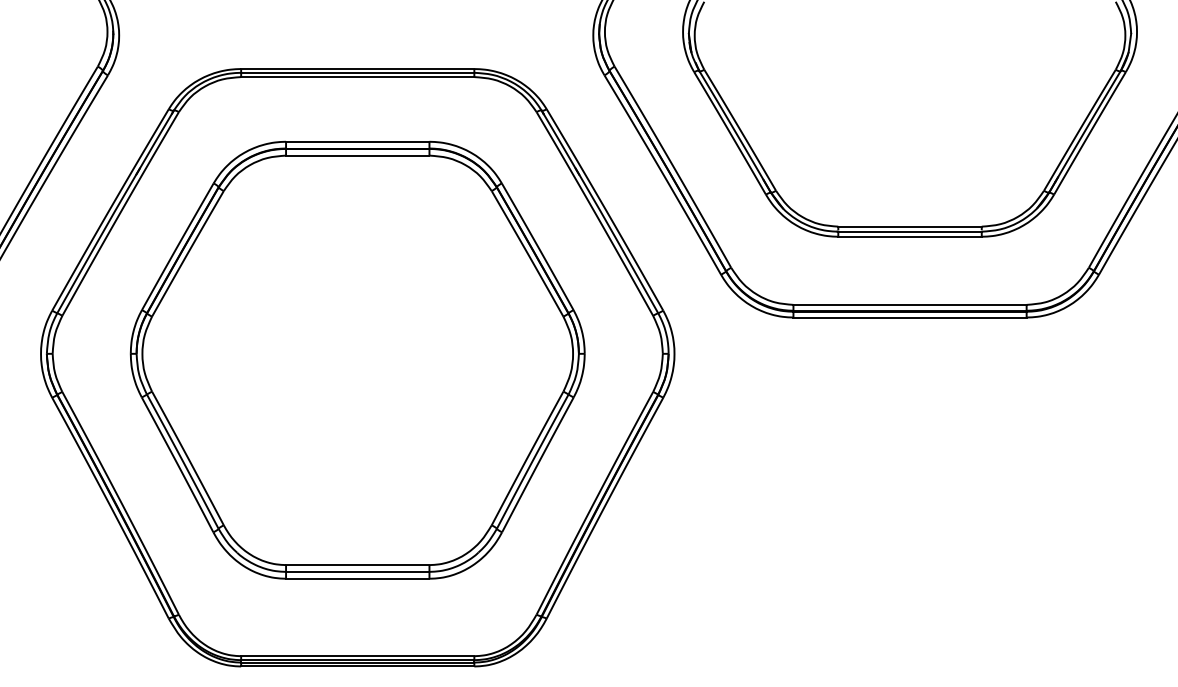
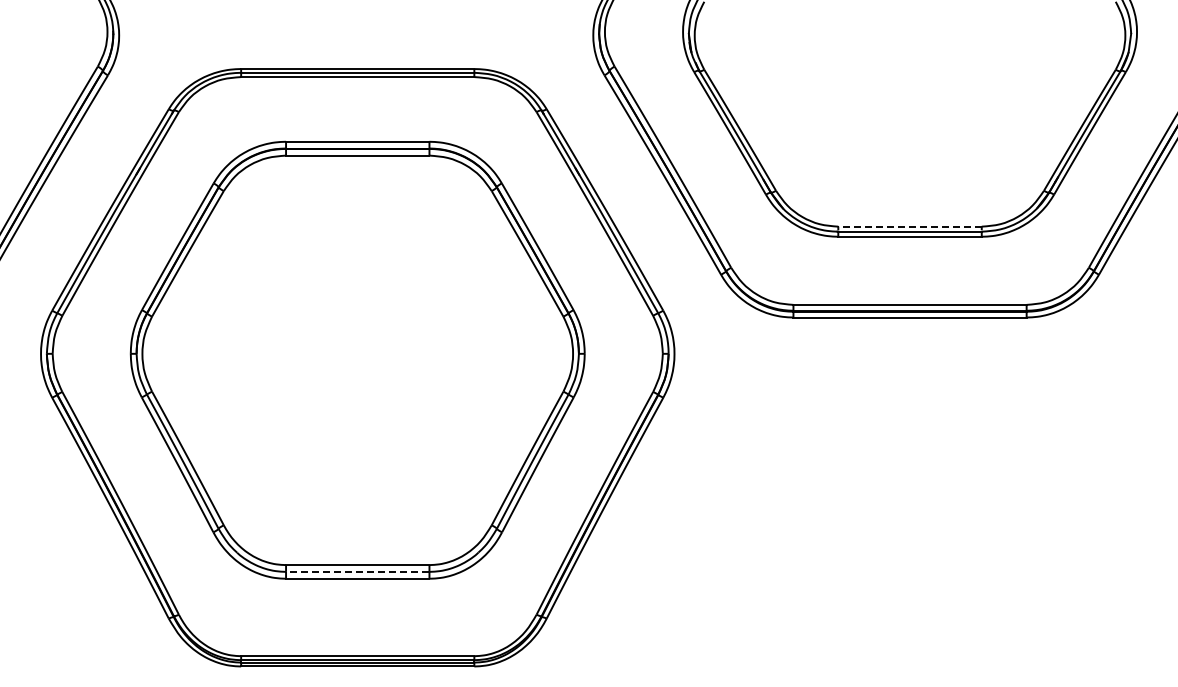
line at (910, 226): solid -> dashed
line at (357, 571): solid -> dashed
